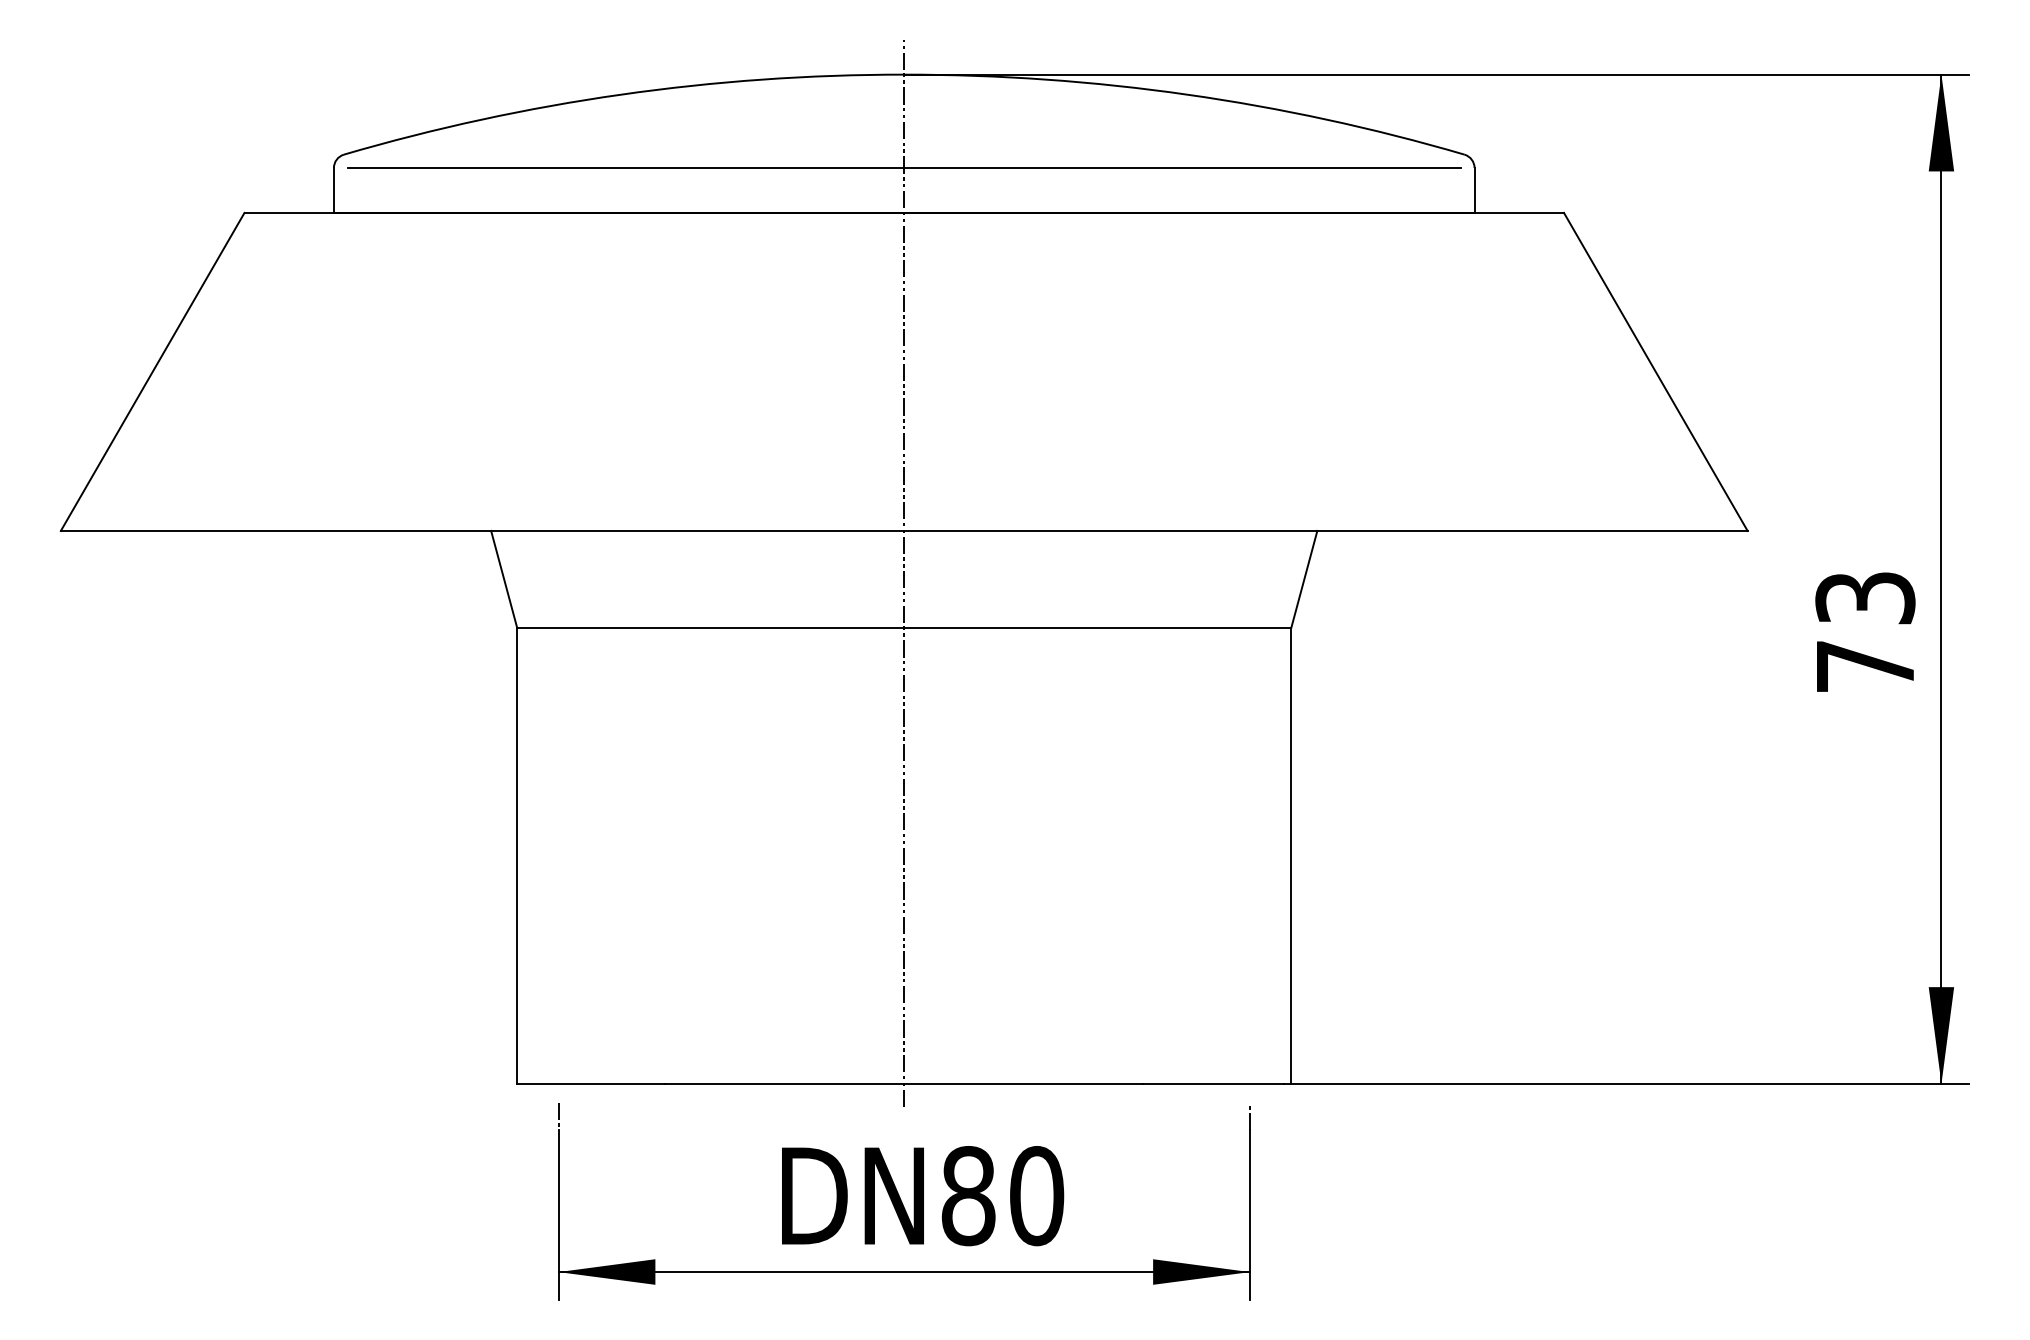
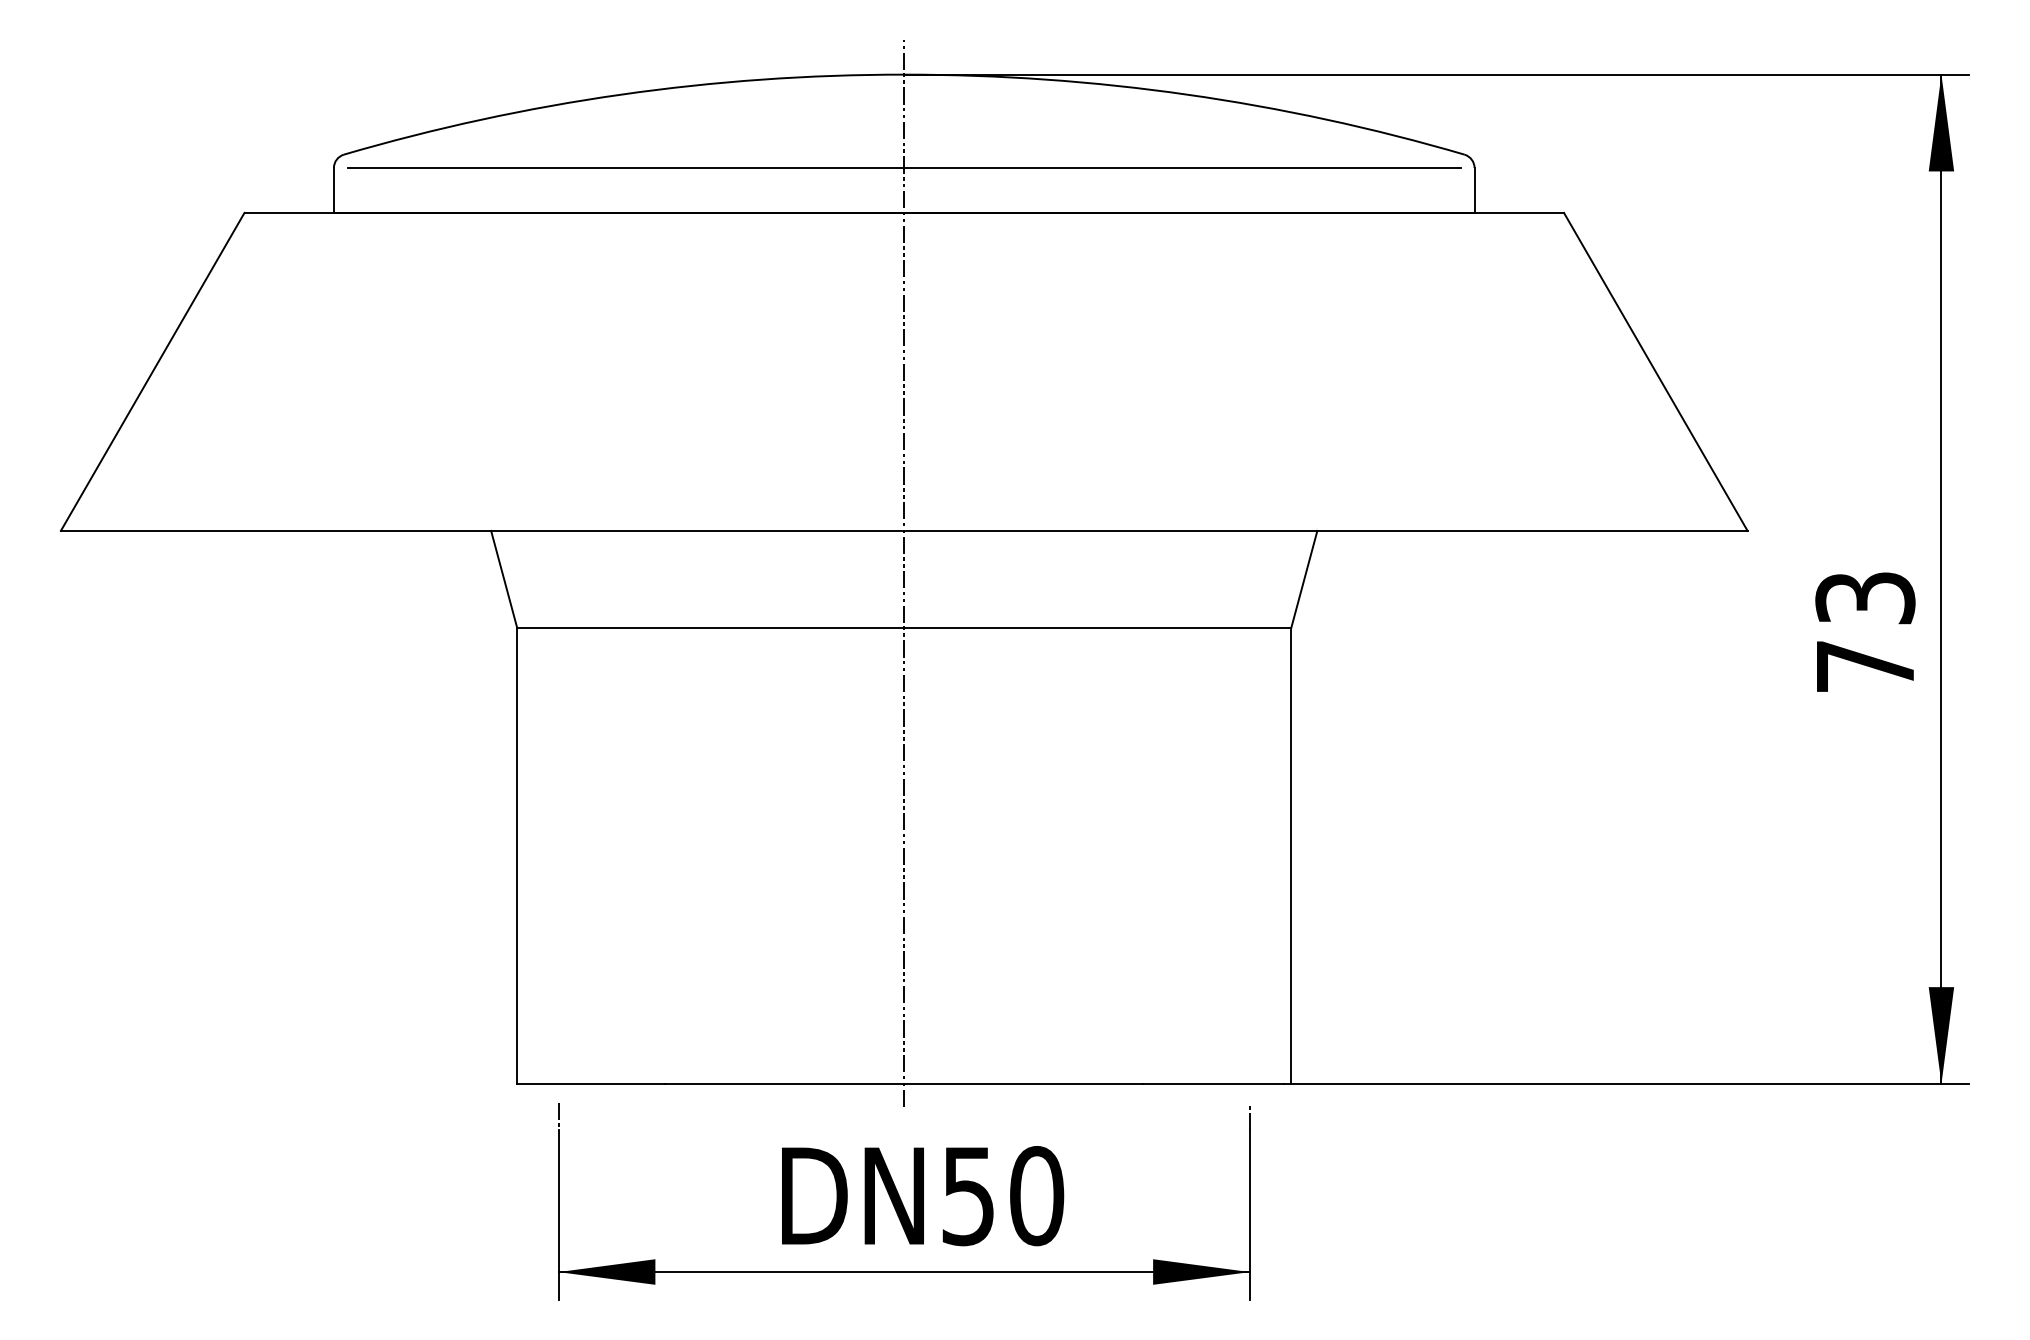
text at (968, 1196): 80 -> 50
